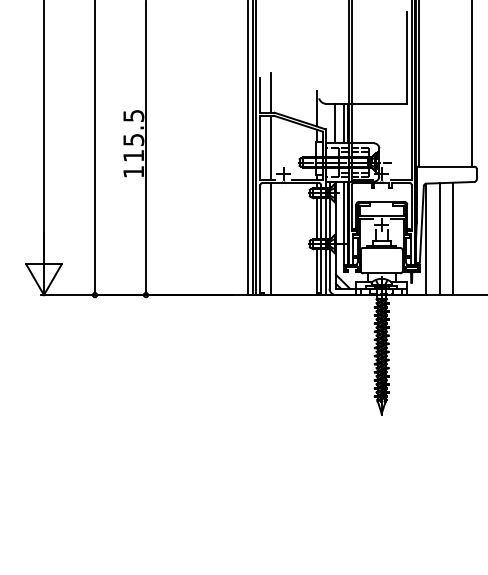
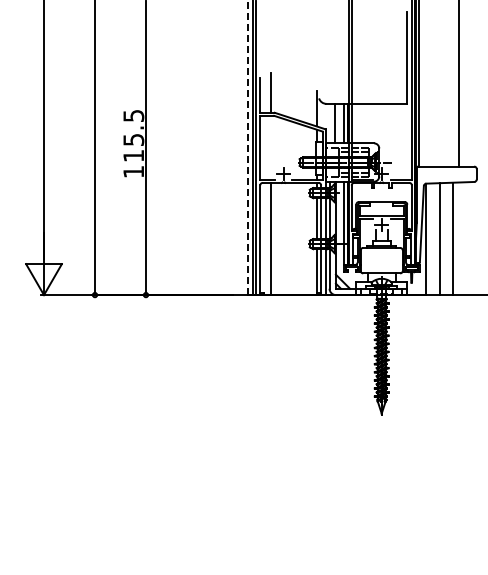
line at (471, 84) position: (471, 84) -> (458, 84)
line at (247, 147): solid -> dashed
line at (270, 147): present -> none
